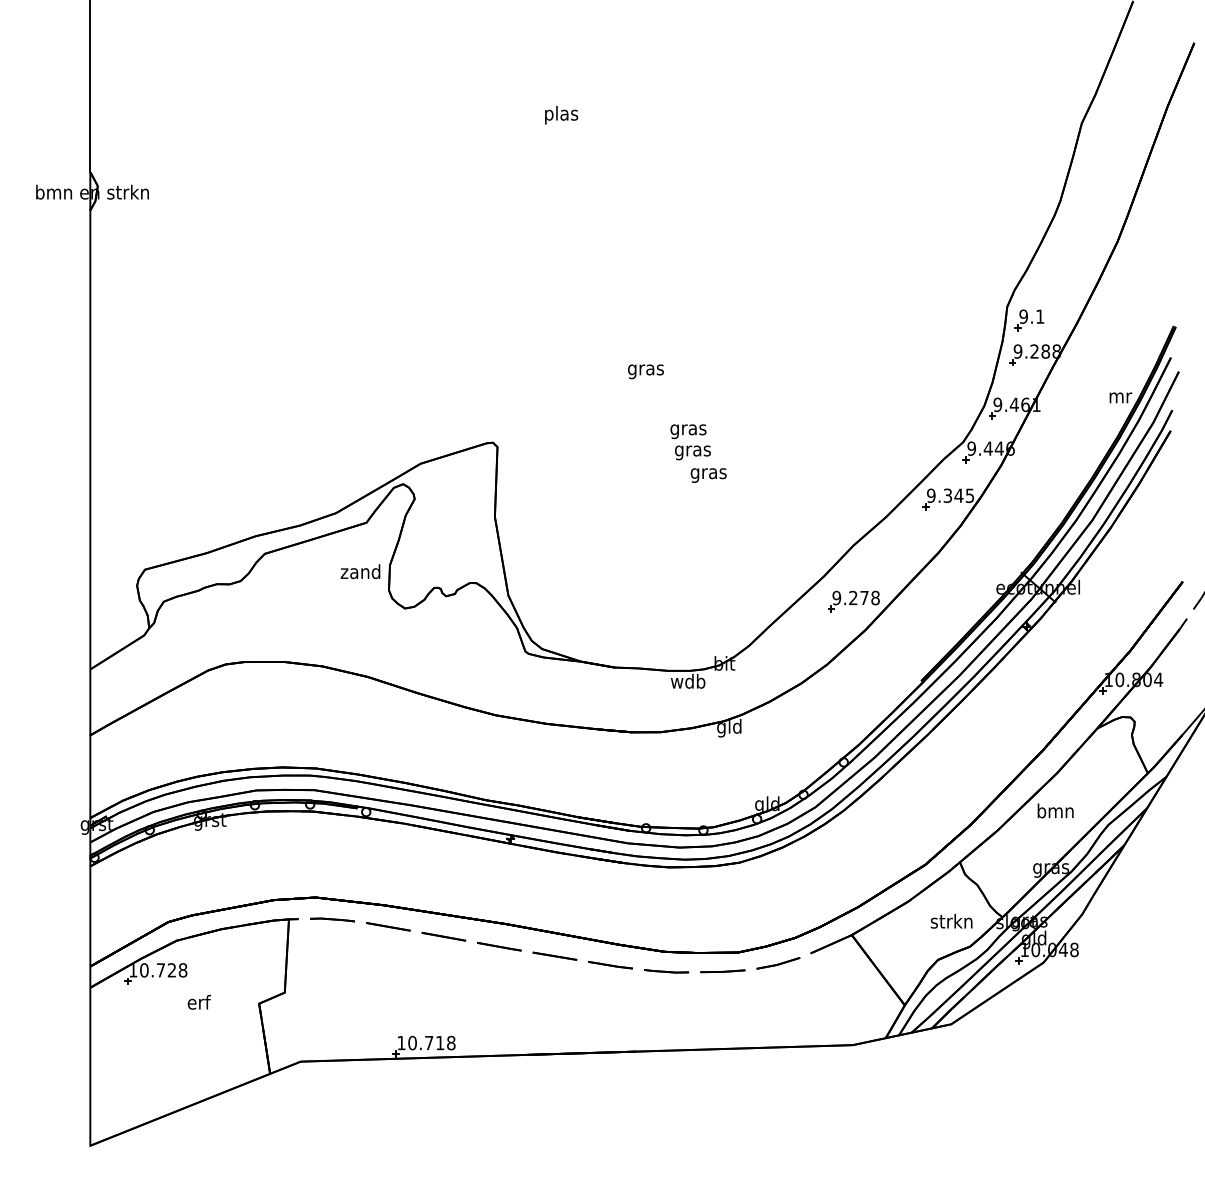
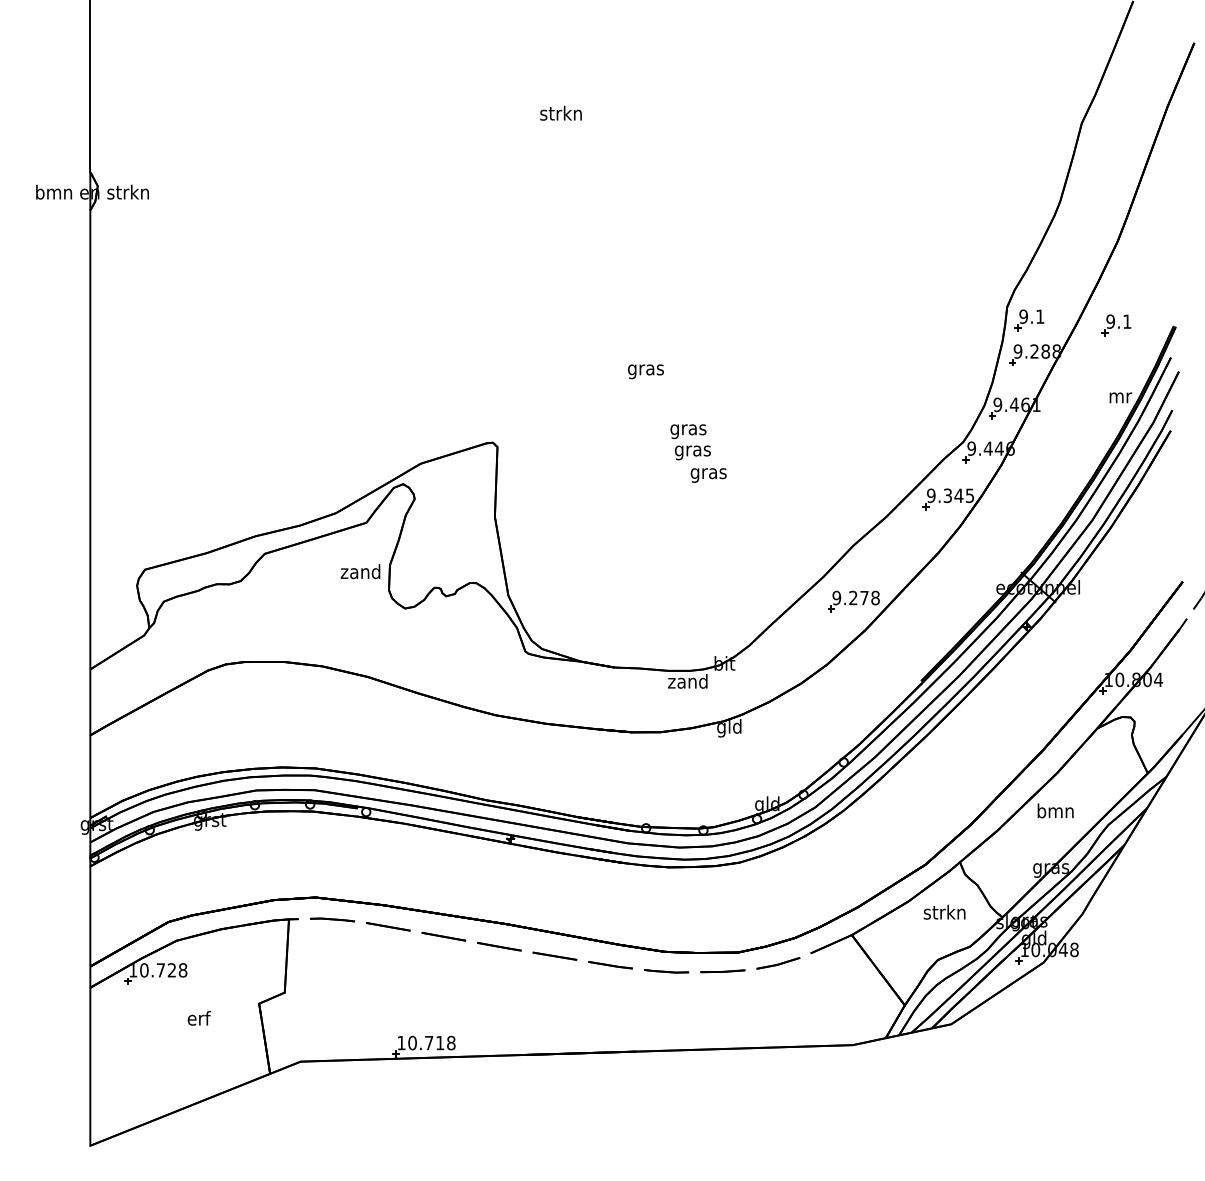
text at (560, 114): plas -> strkn
part at (1116, 325): none -> present
text at (687, 681): wdb -> zand
text at (951, 920) position: (951, 920) -> (944, 911)
text at (198, 1002) position: (198, 1002) -> (198, 1018)
